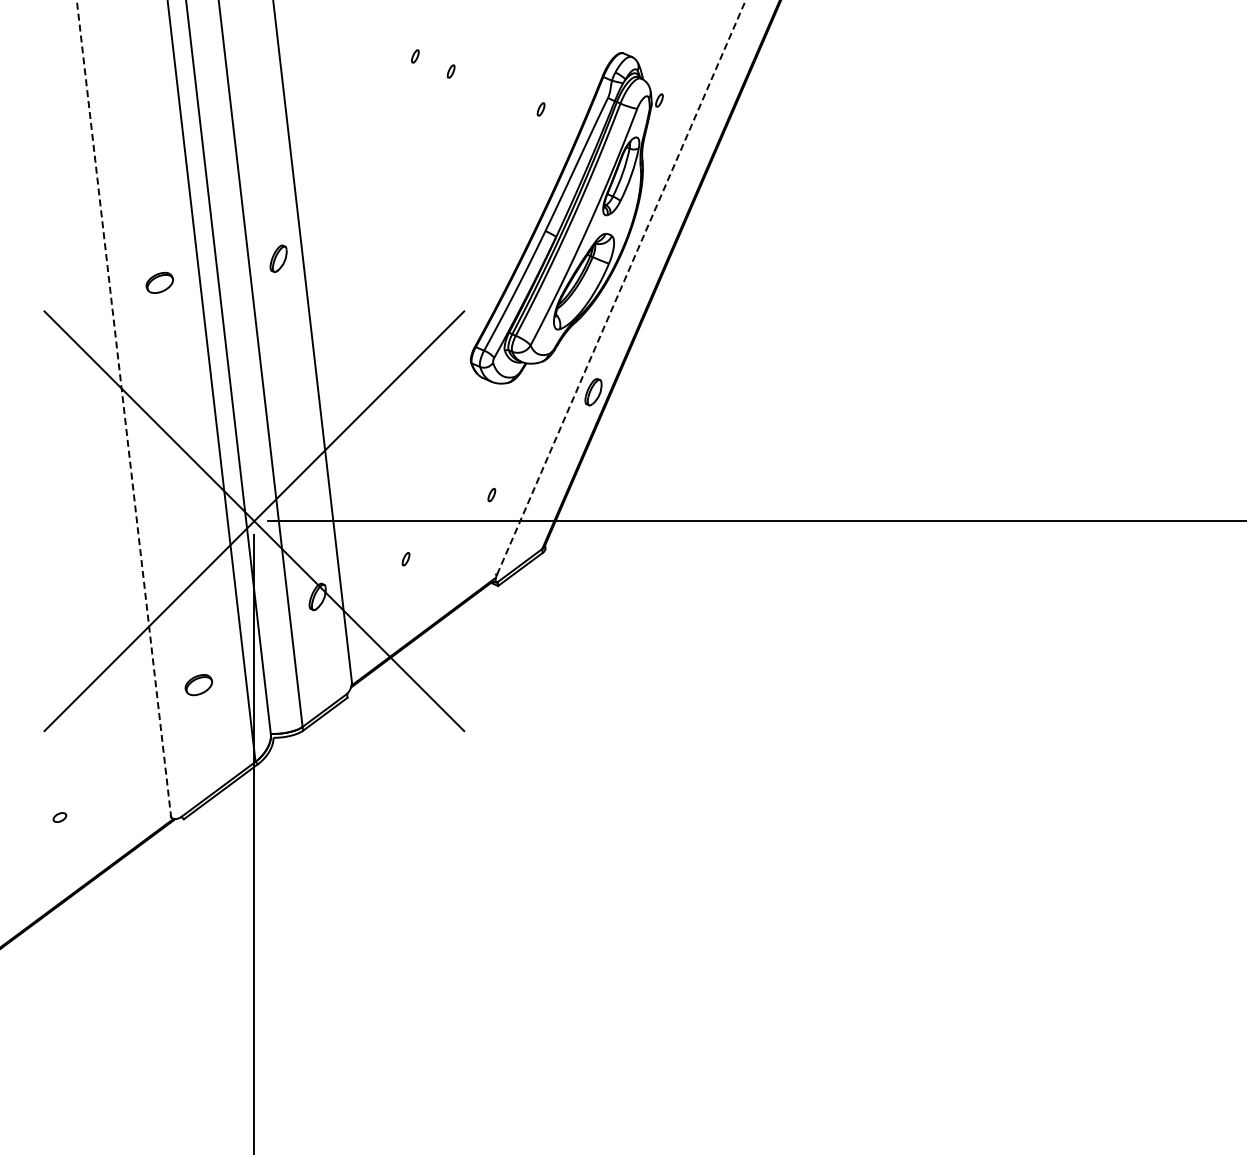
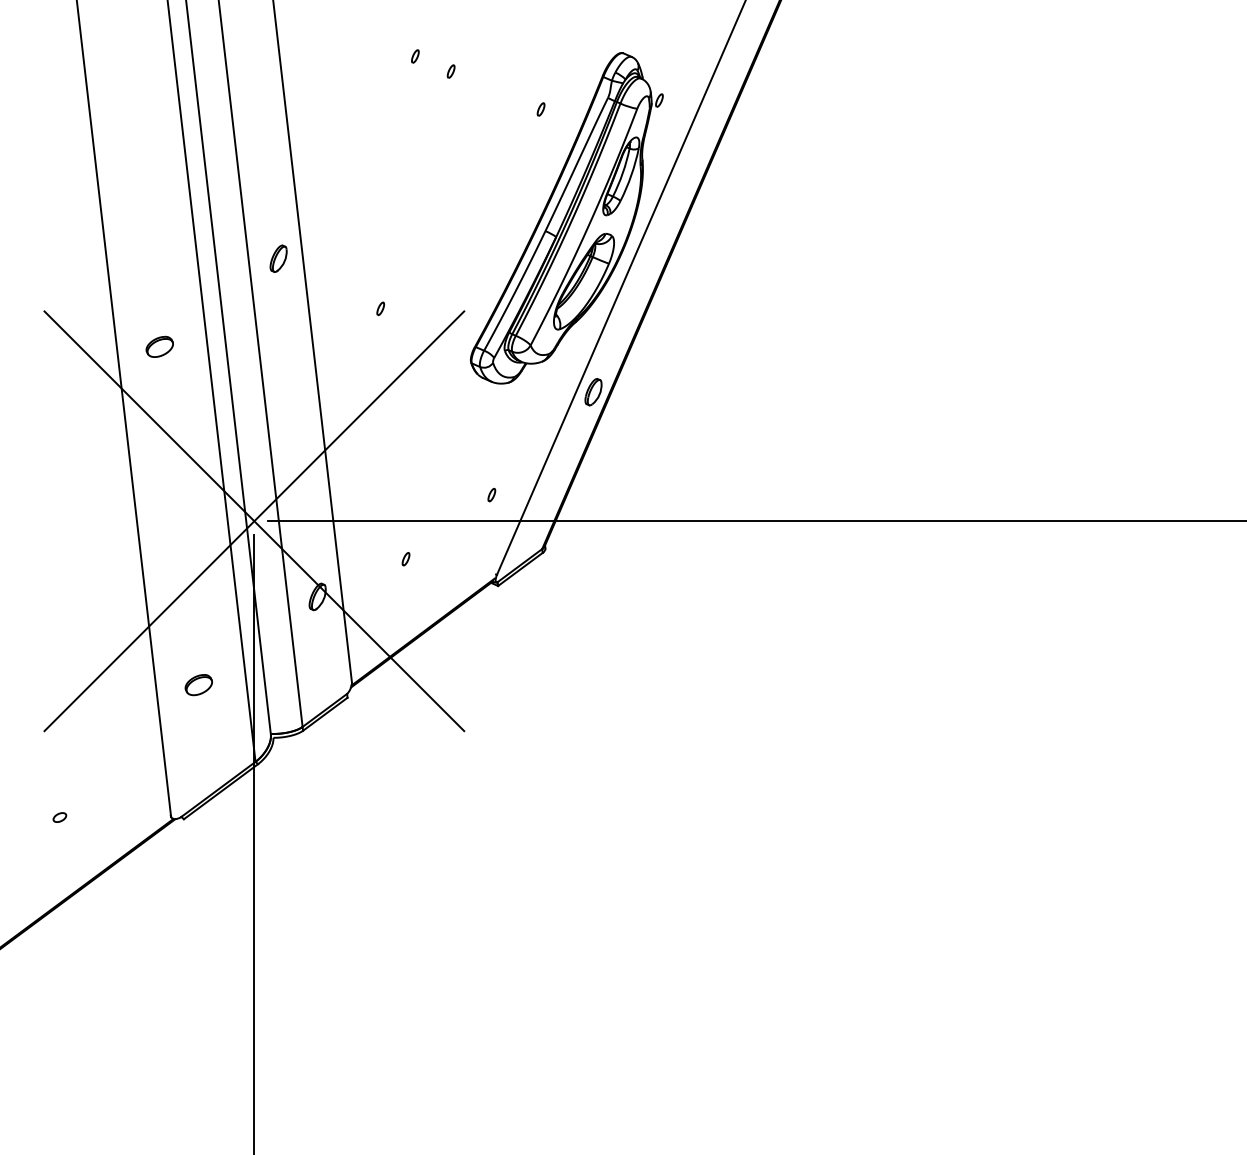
part at (159, 282) position: (159, 282) -> (159, 346)
line at (621, 287): dashed -> solid
part at (380, 308): none -> present
line at (123, 408): dashed -> solid
